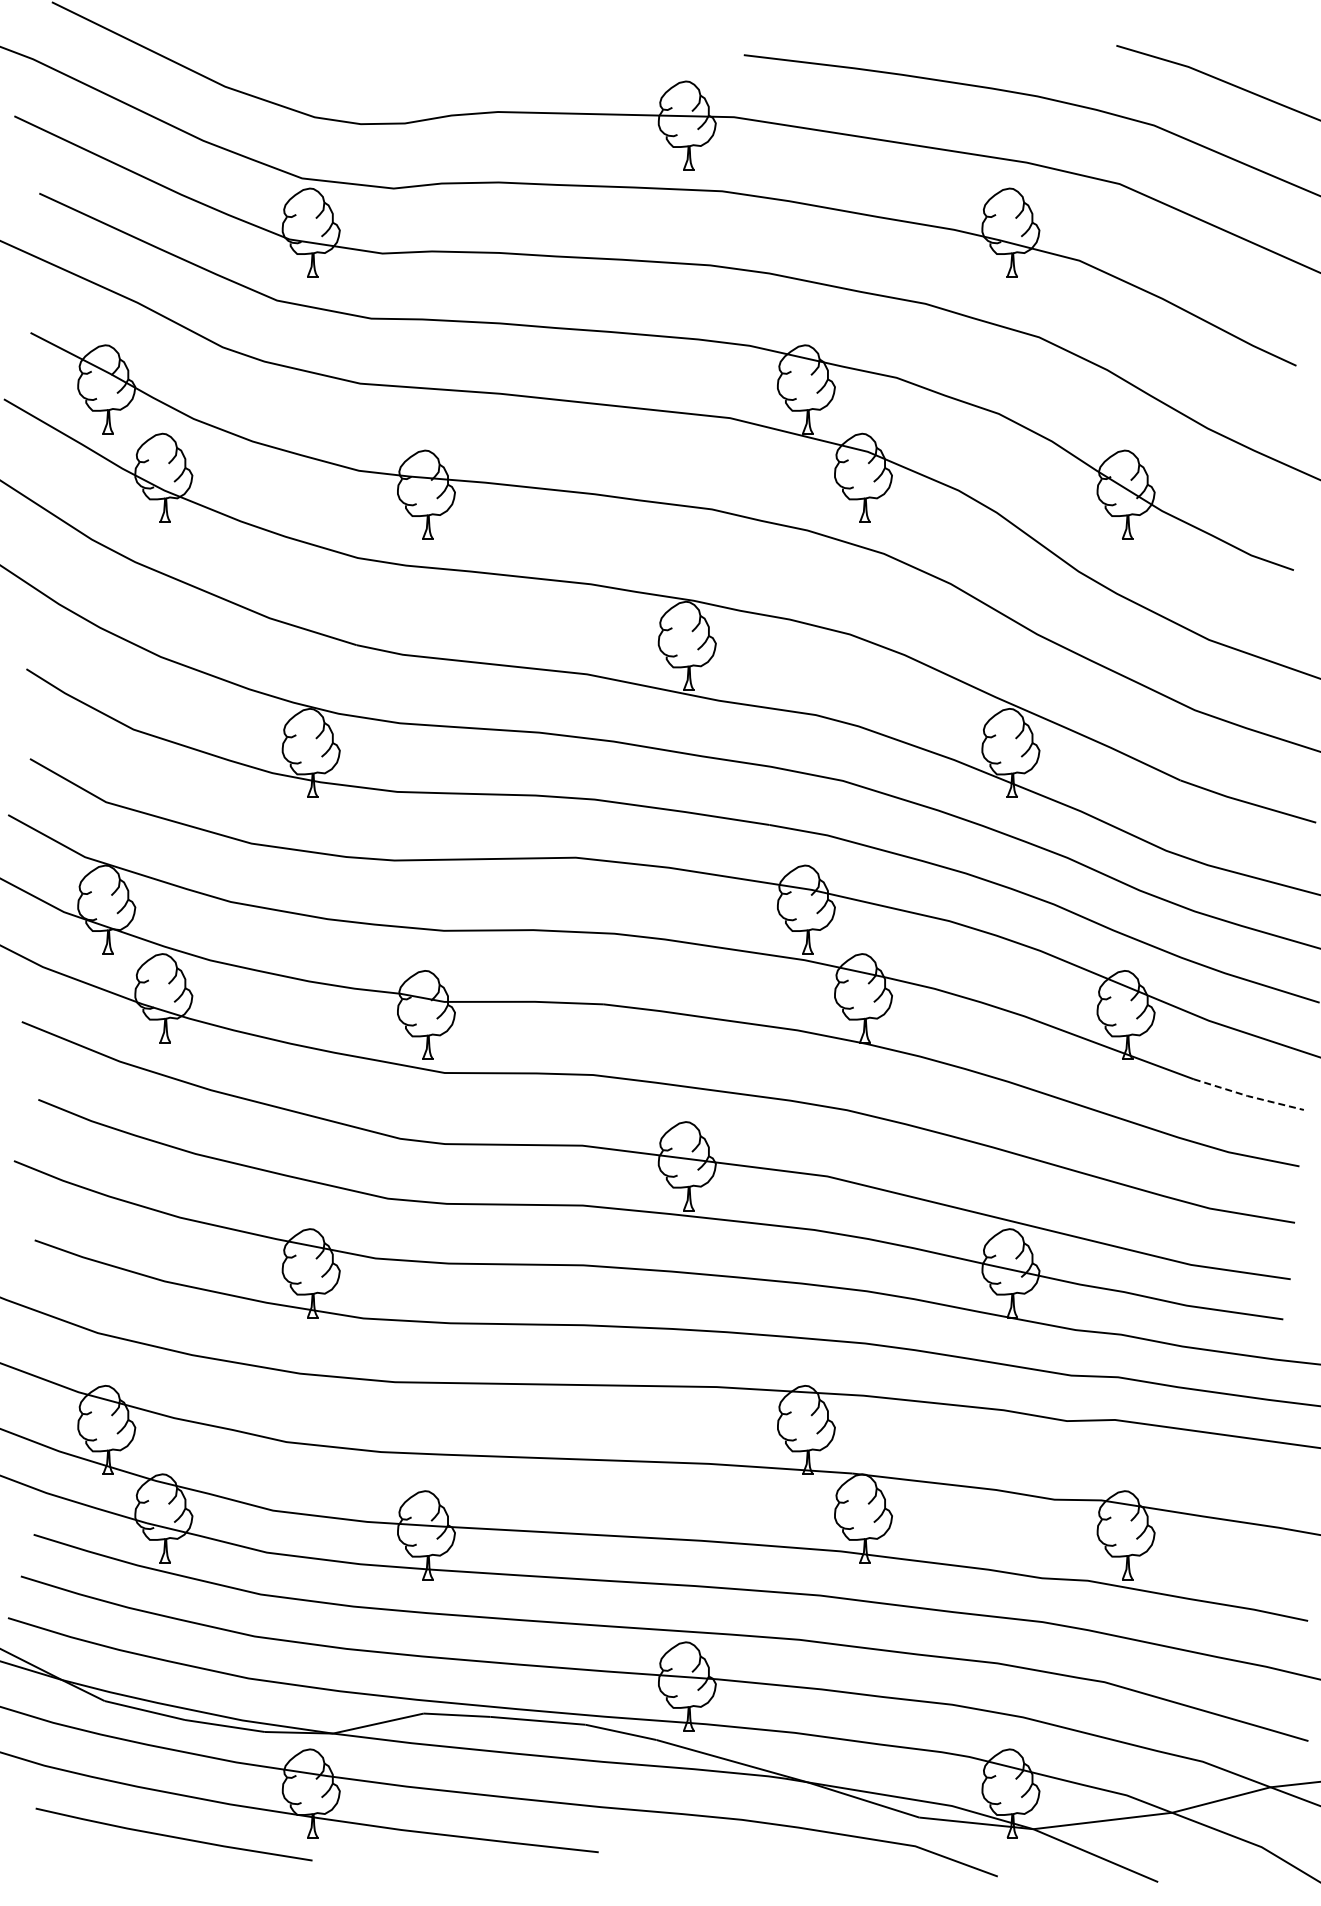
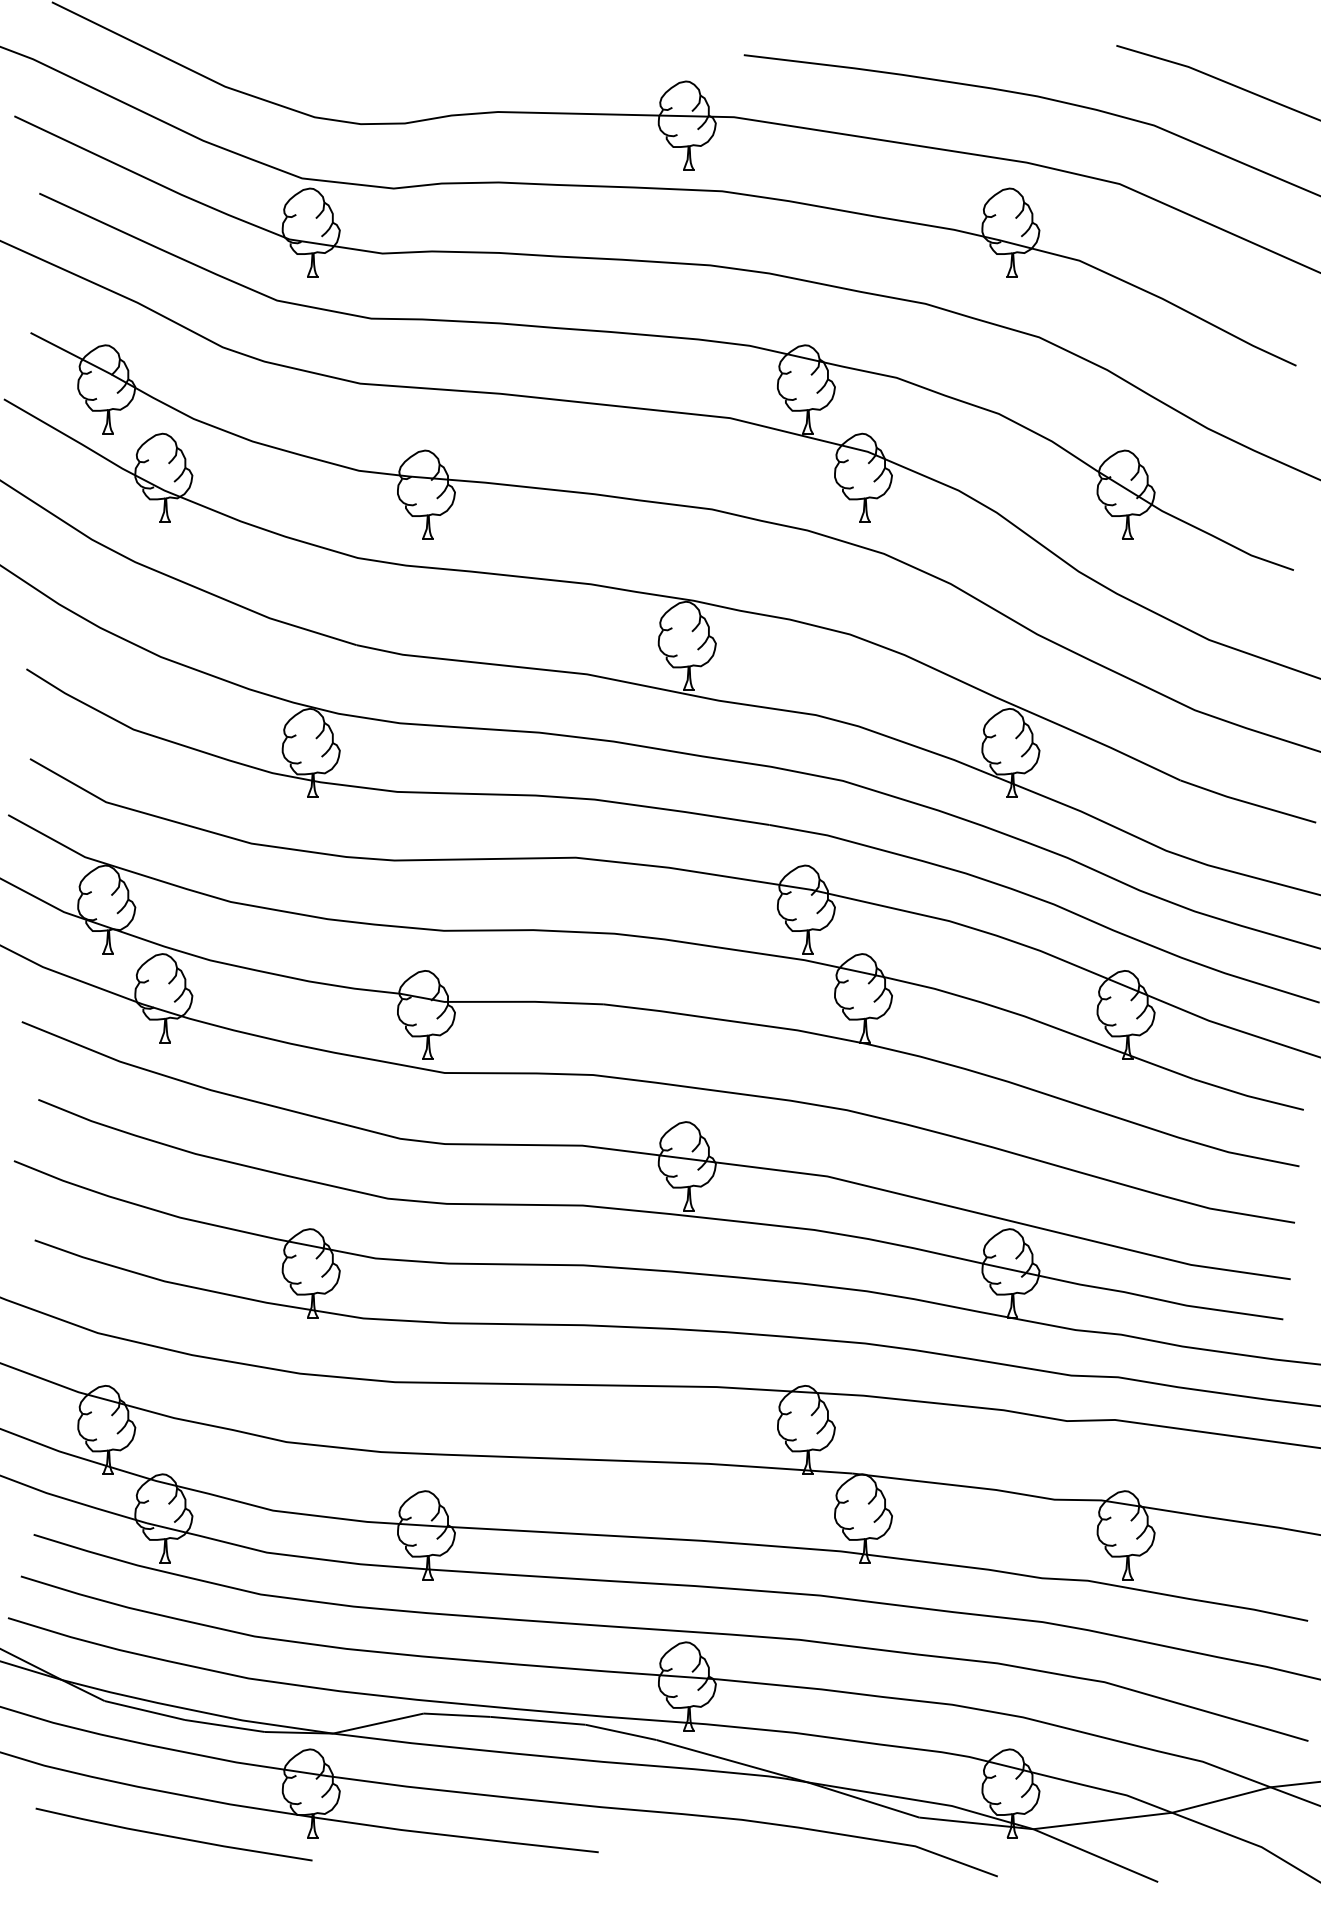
line at (1248, 1096): dashed -> solid
